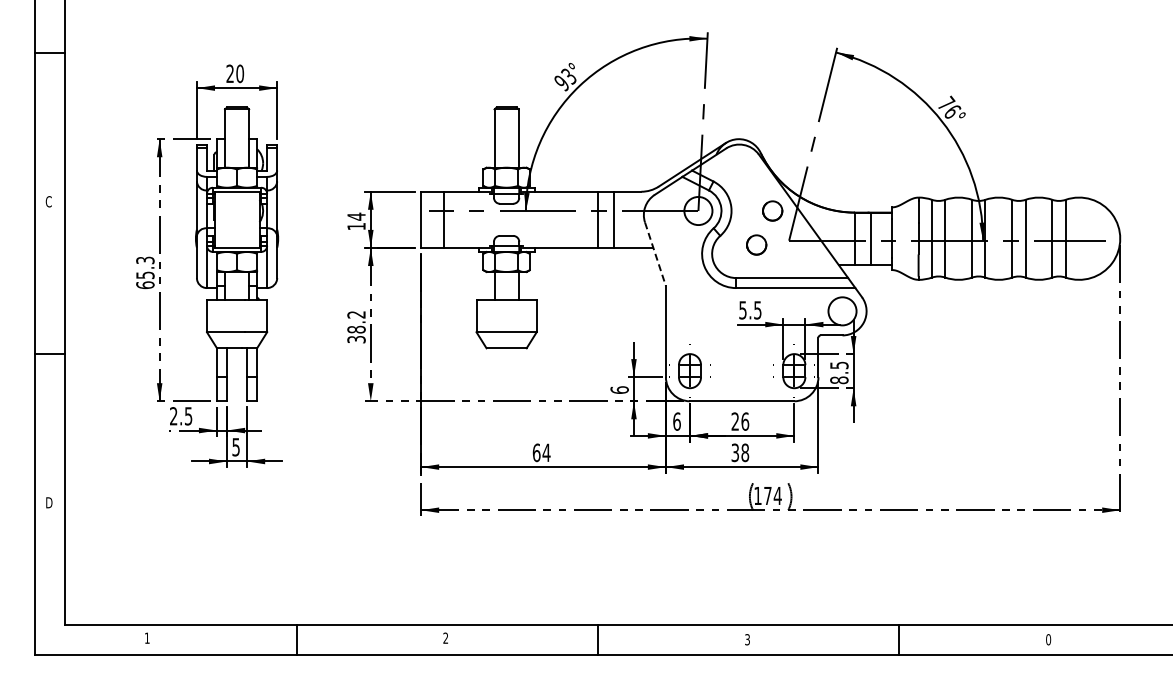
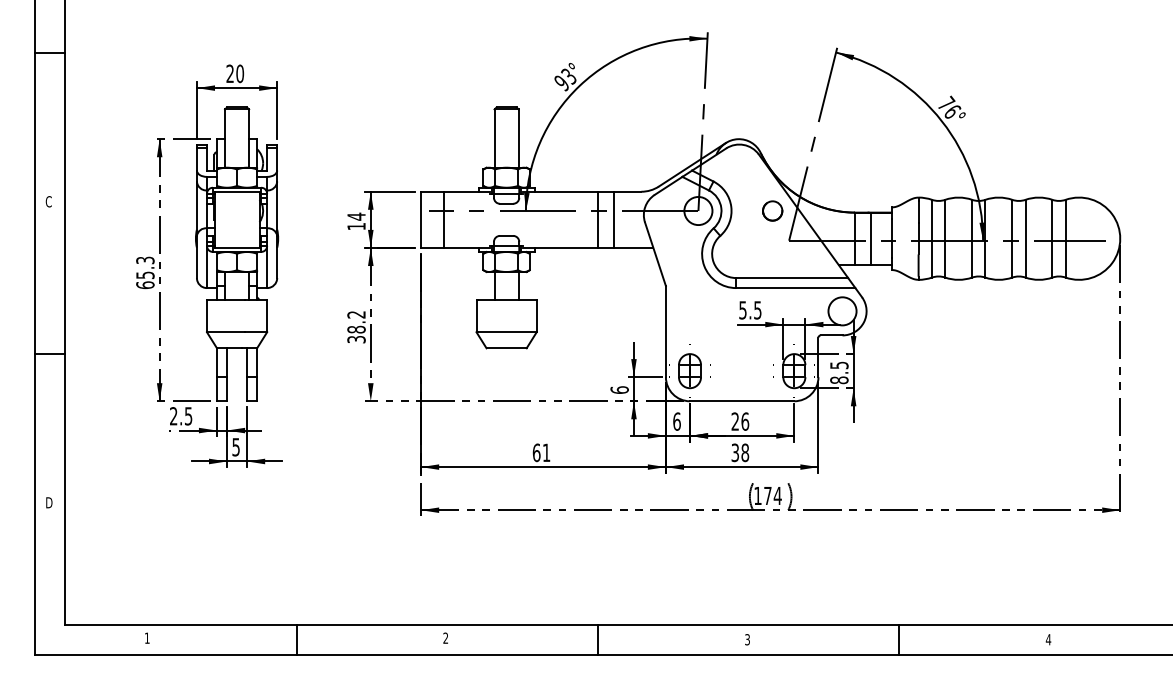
circle at (756, 244): present -> none
line at (655, 254): dashed -> solid
text at (546, 452): 64 -> 61
text at (1048, 639): 0 -> 4
